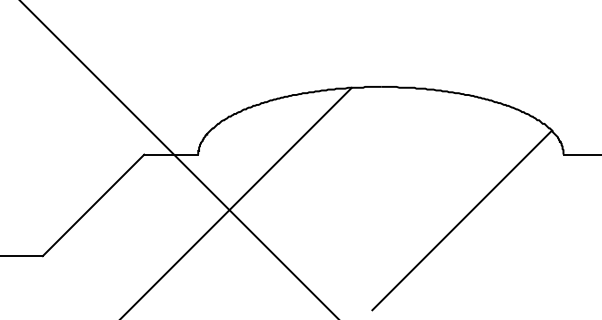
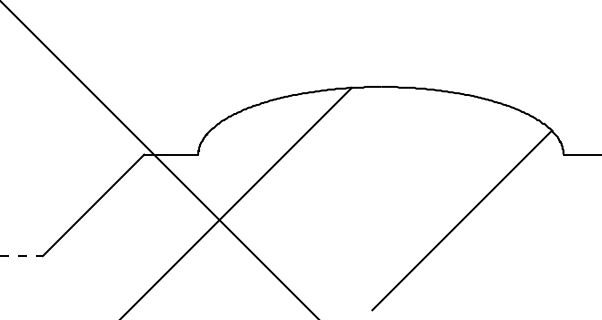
line at (178, 159) position: (178, 159) -> (158, 159)
line at (21, 256): solid -> dashed
